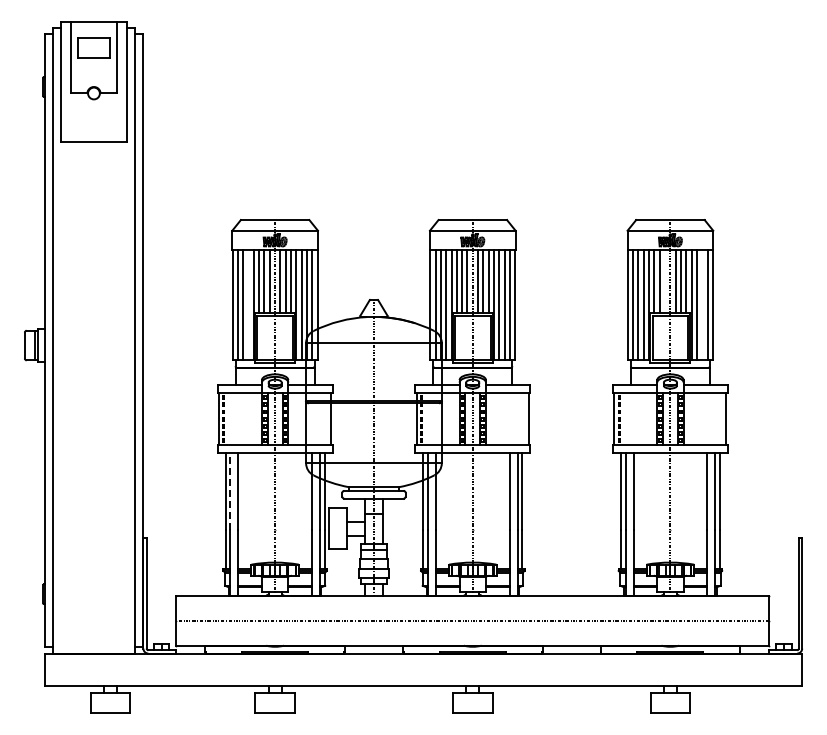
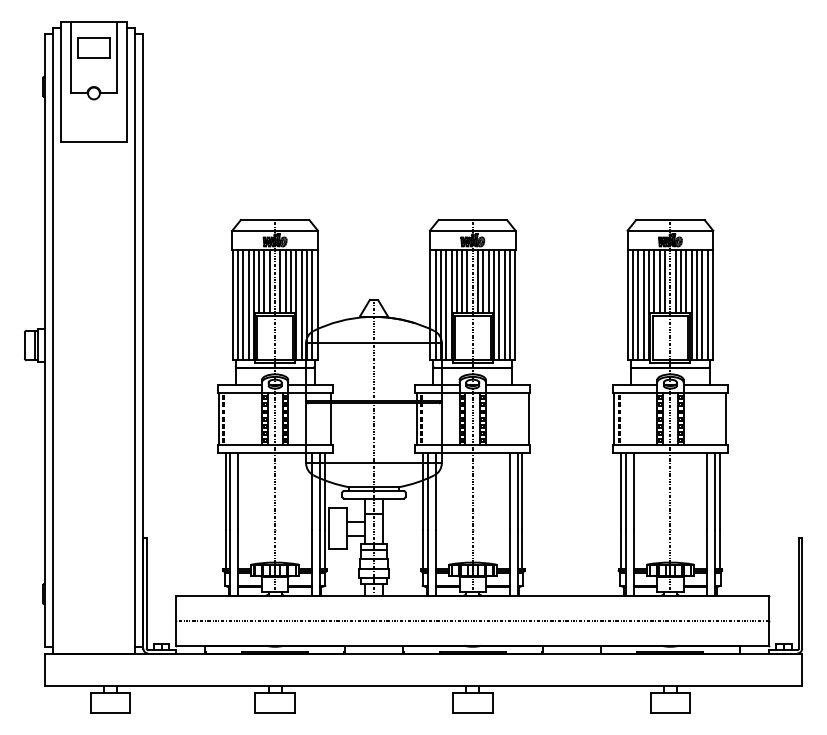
line at (665, 281): none -> present
line at (248, 304): none -> present
line at (702, 304): none -> present
line at (230, 491): dashed -> solid
